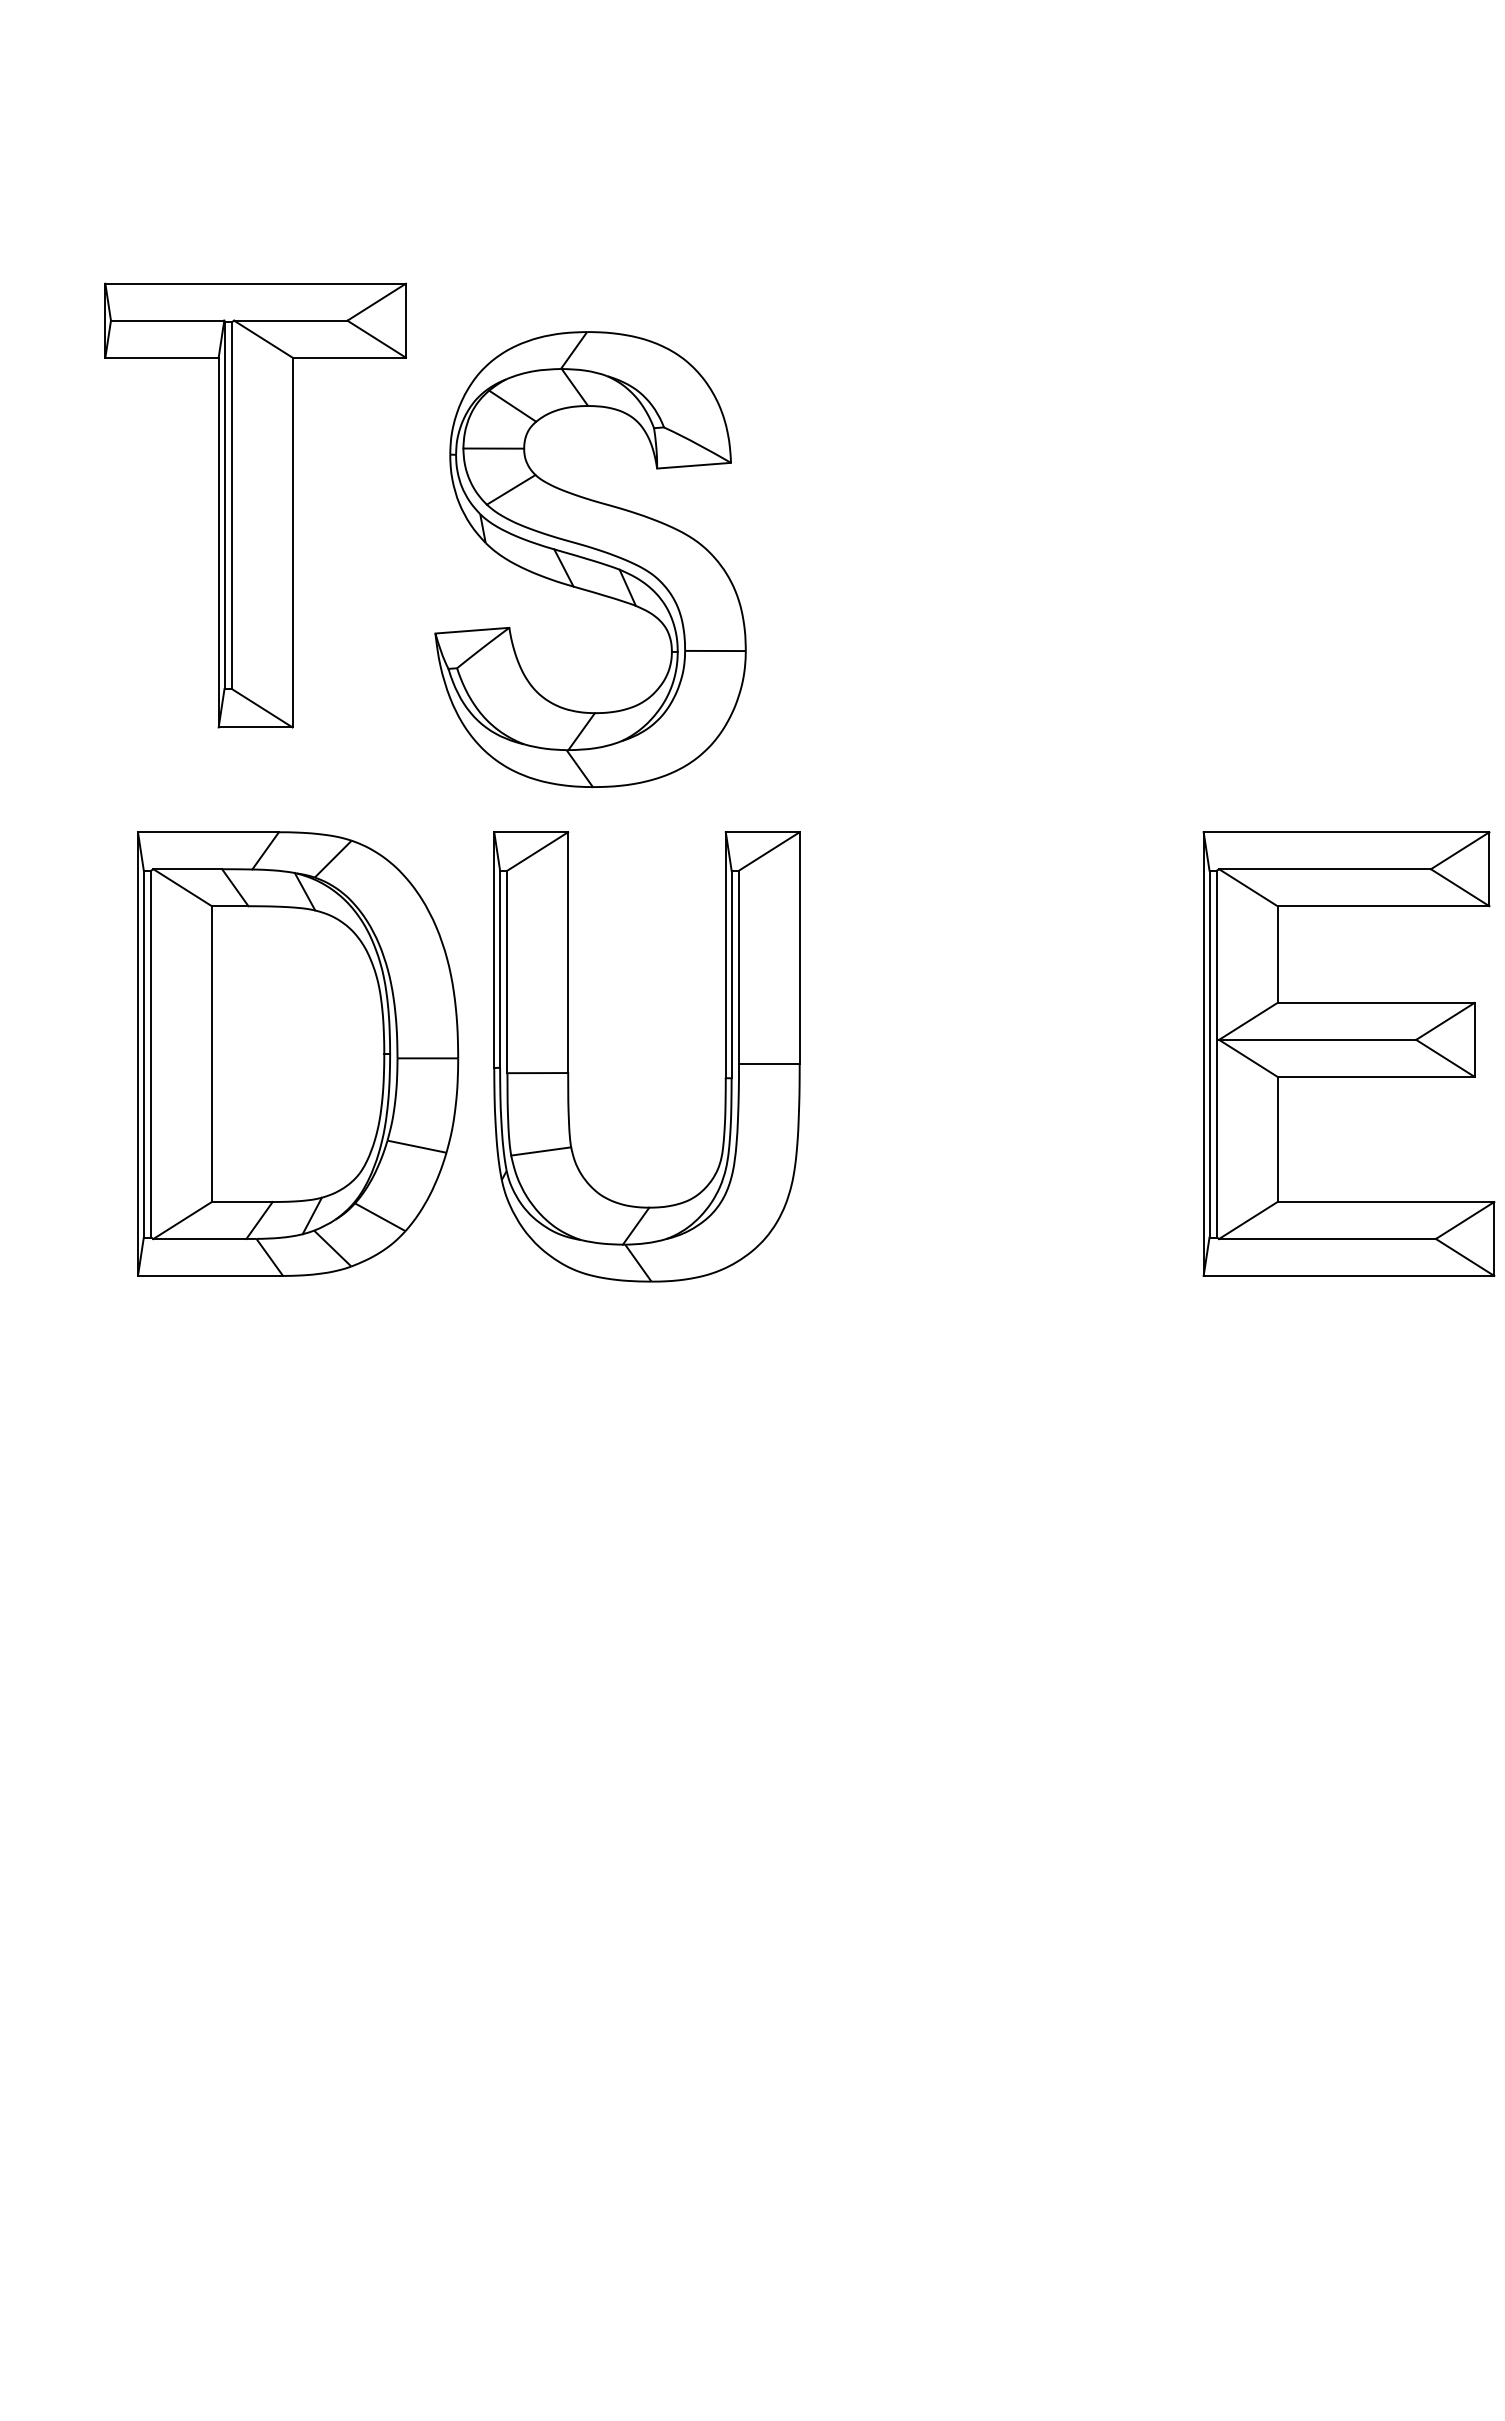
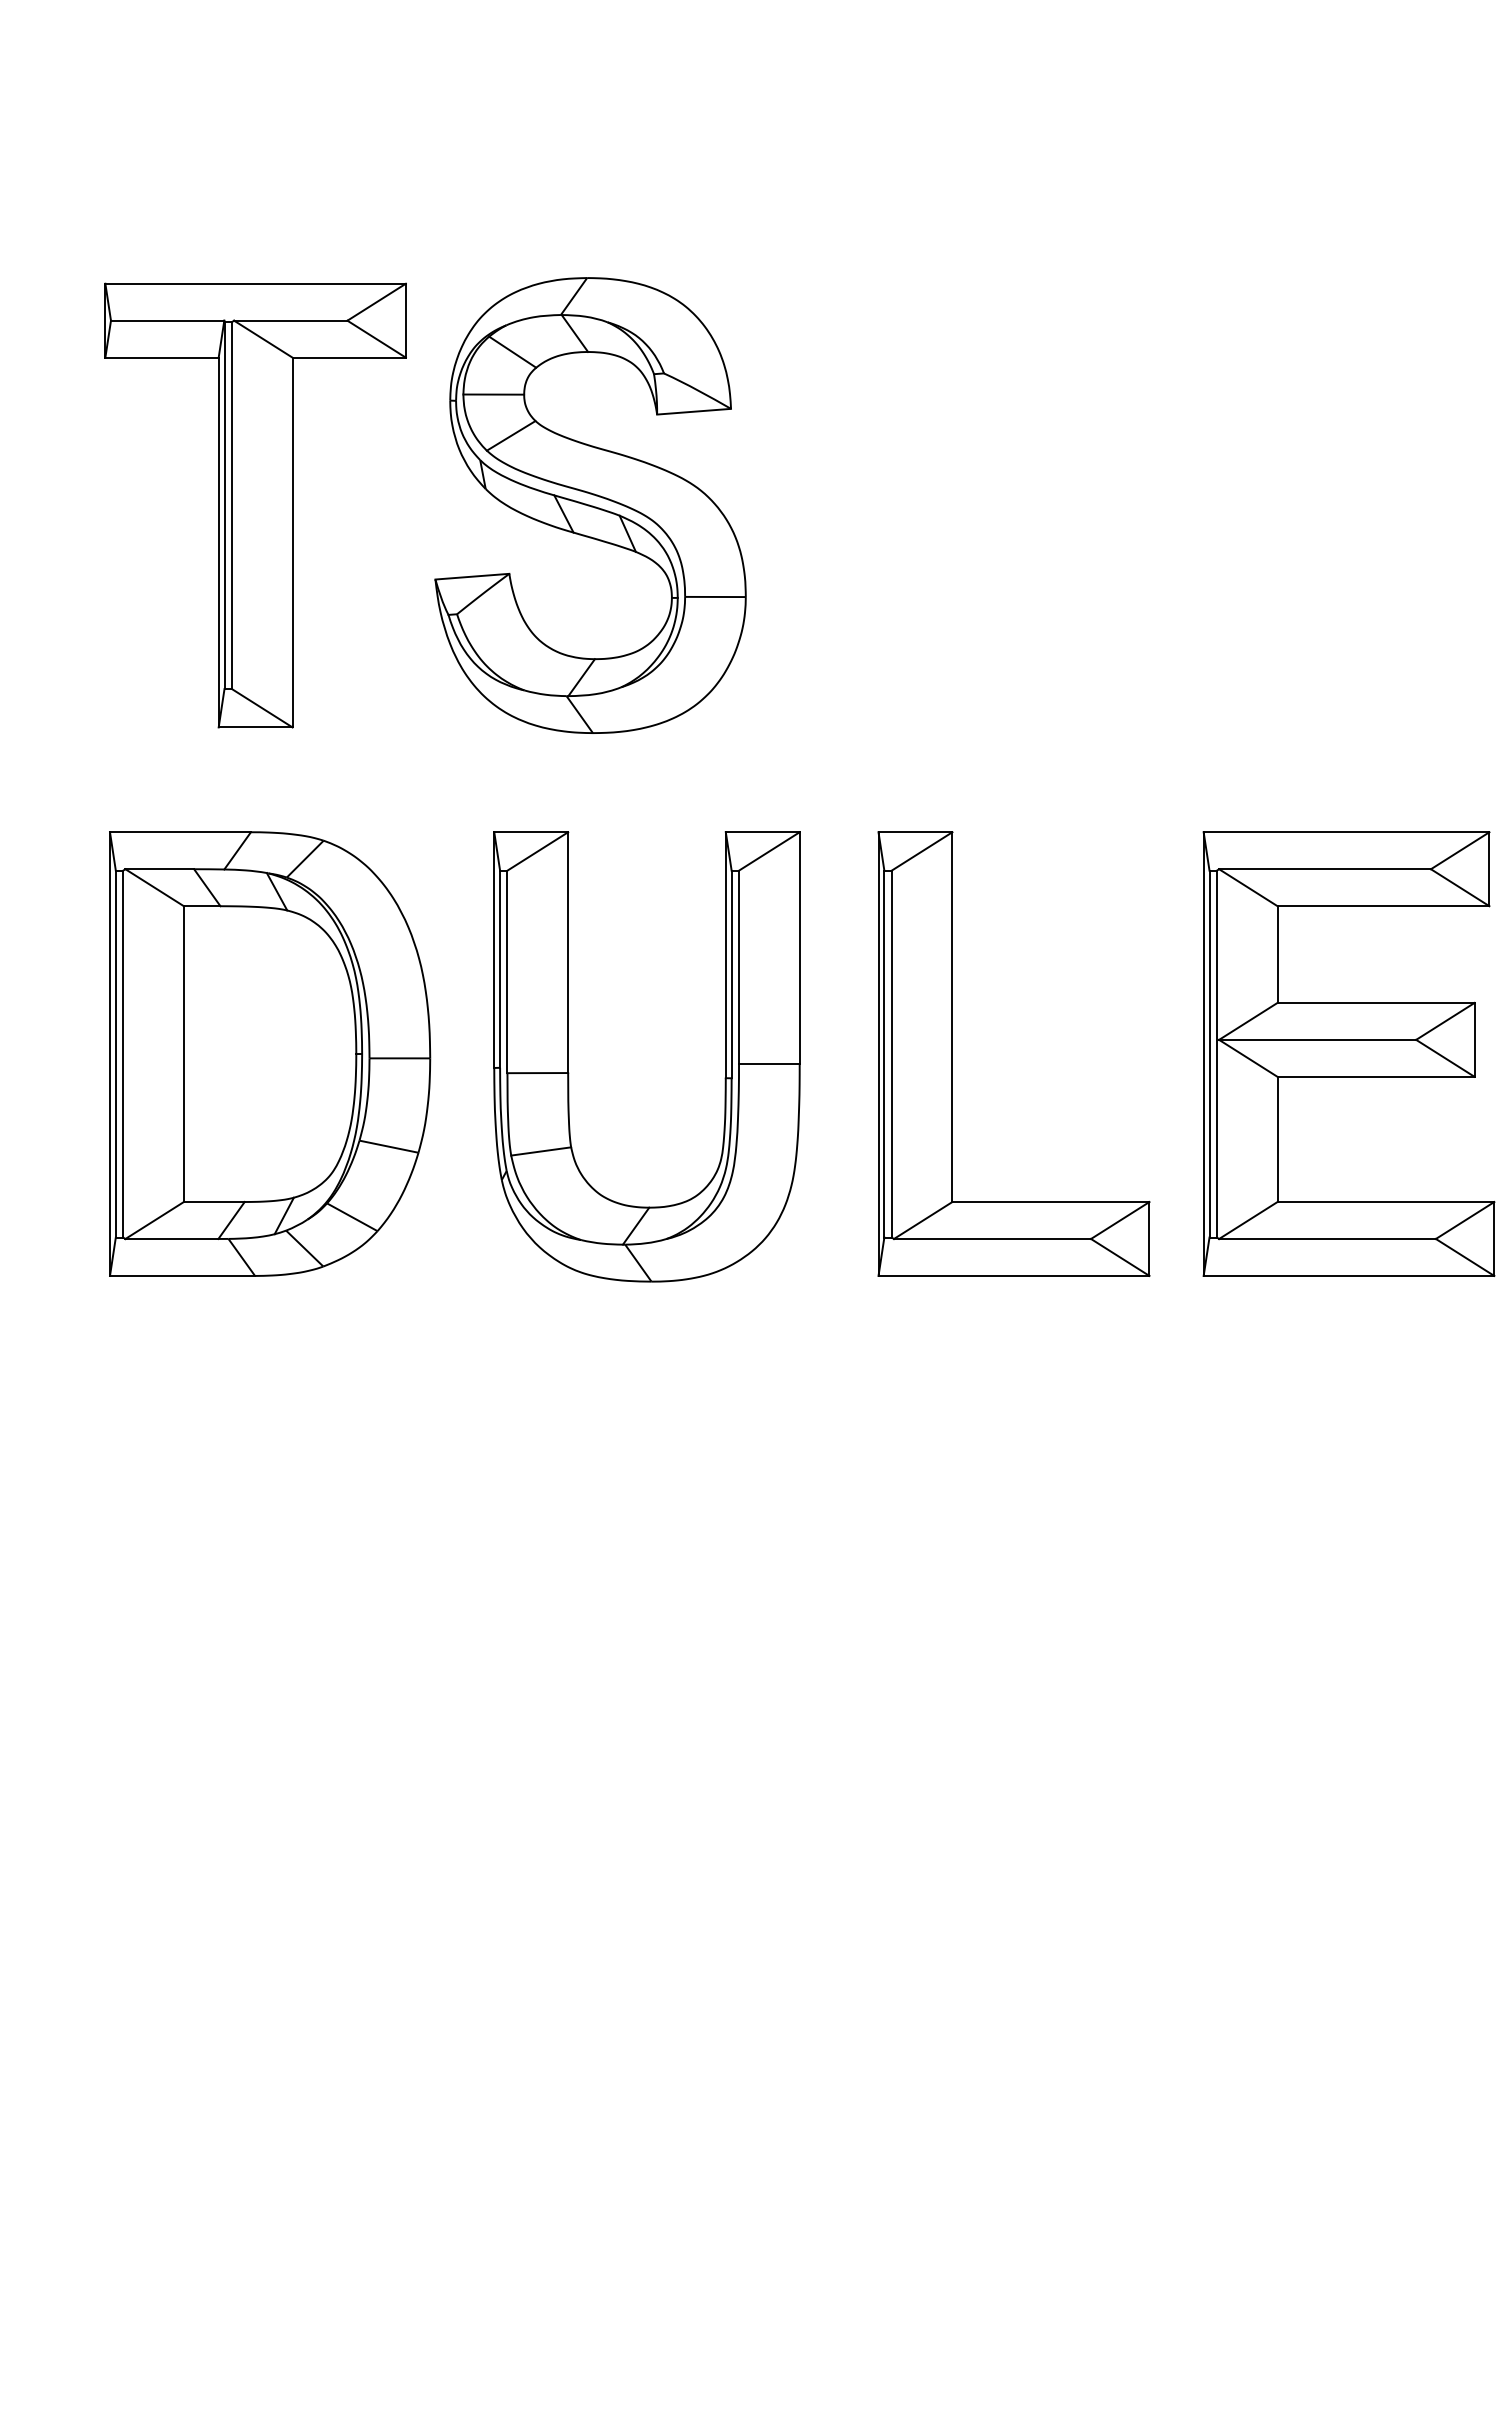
part at (590, 559) position: (590, 559) -> (590, 505)
part at (298, 1053) position: (298, 1053) -> (270, 1053)
part at (952, 1053): none -> present
